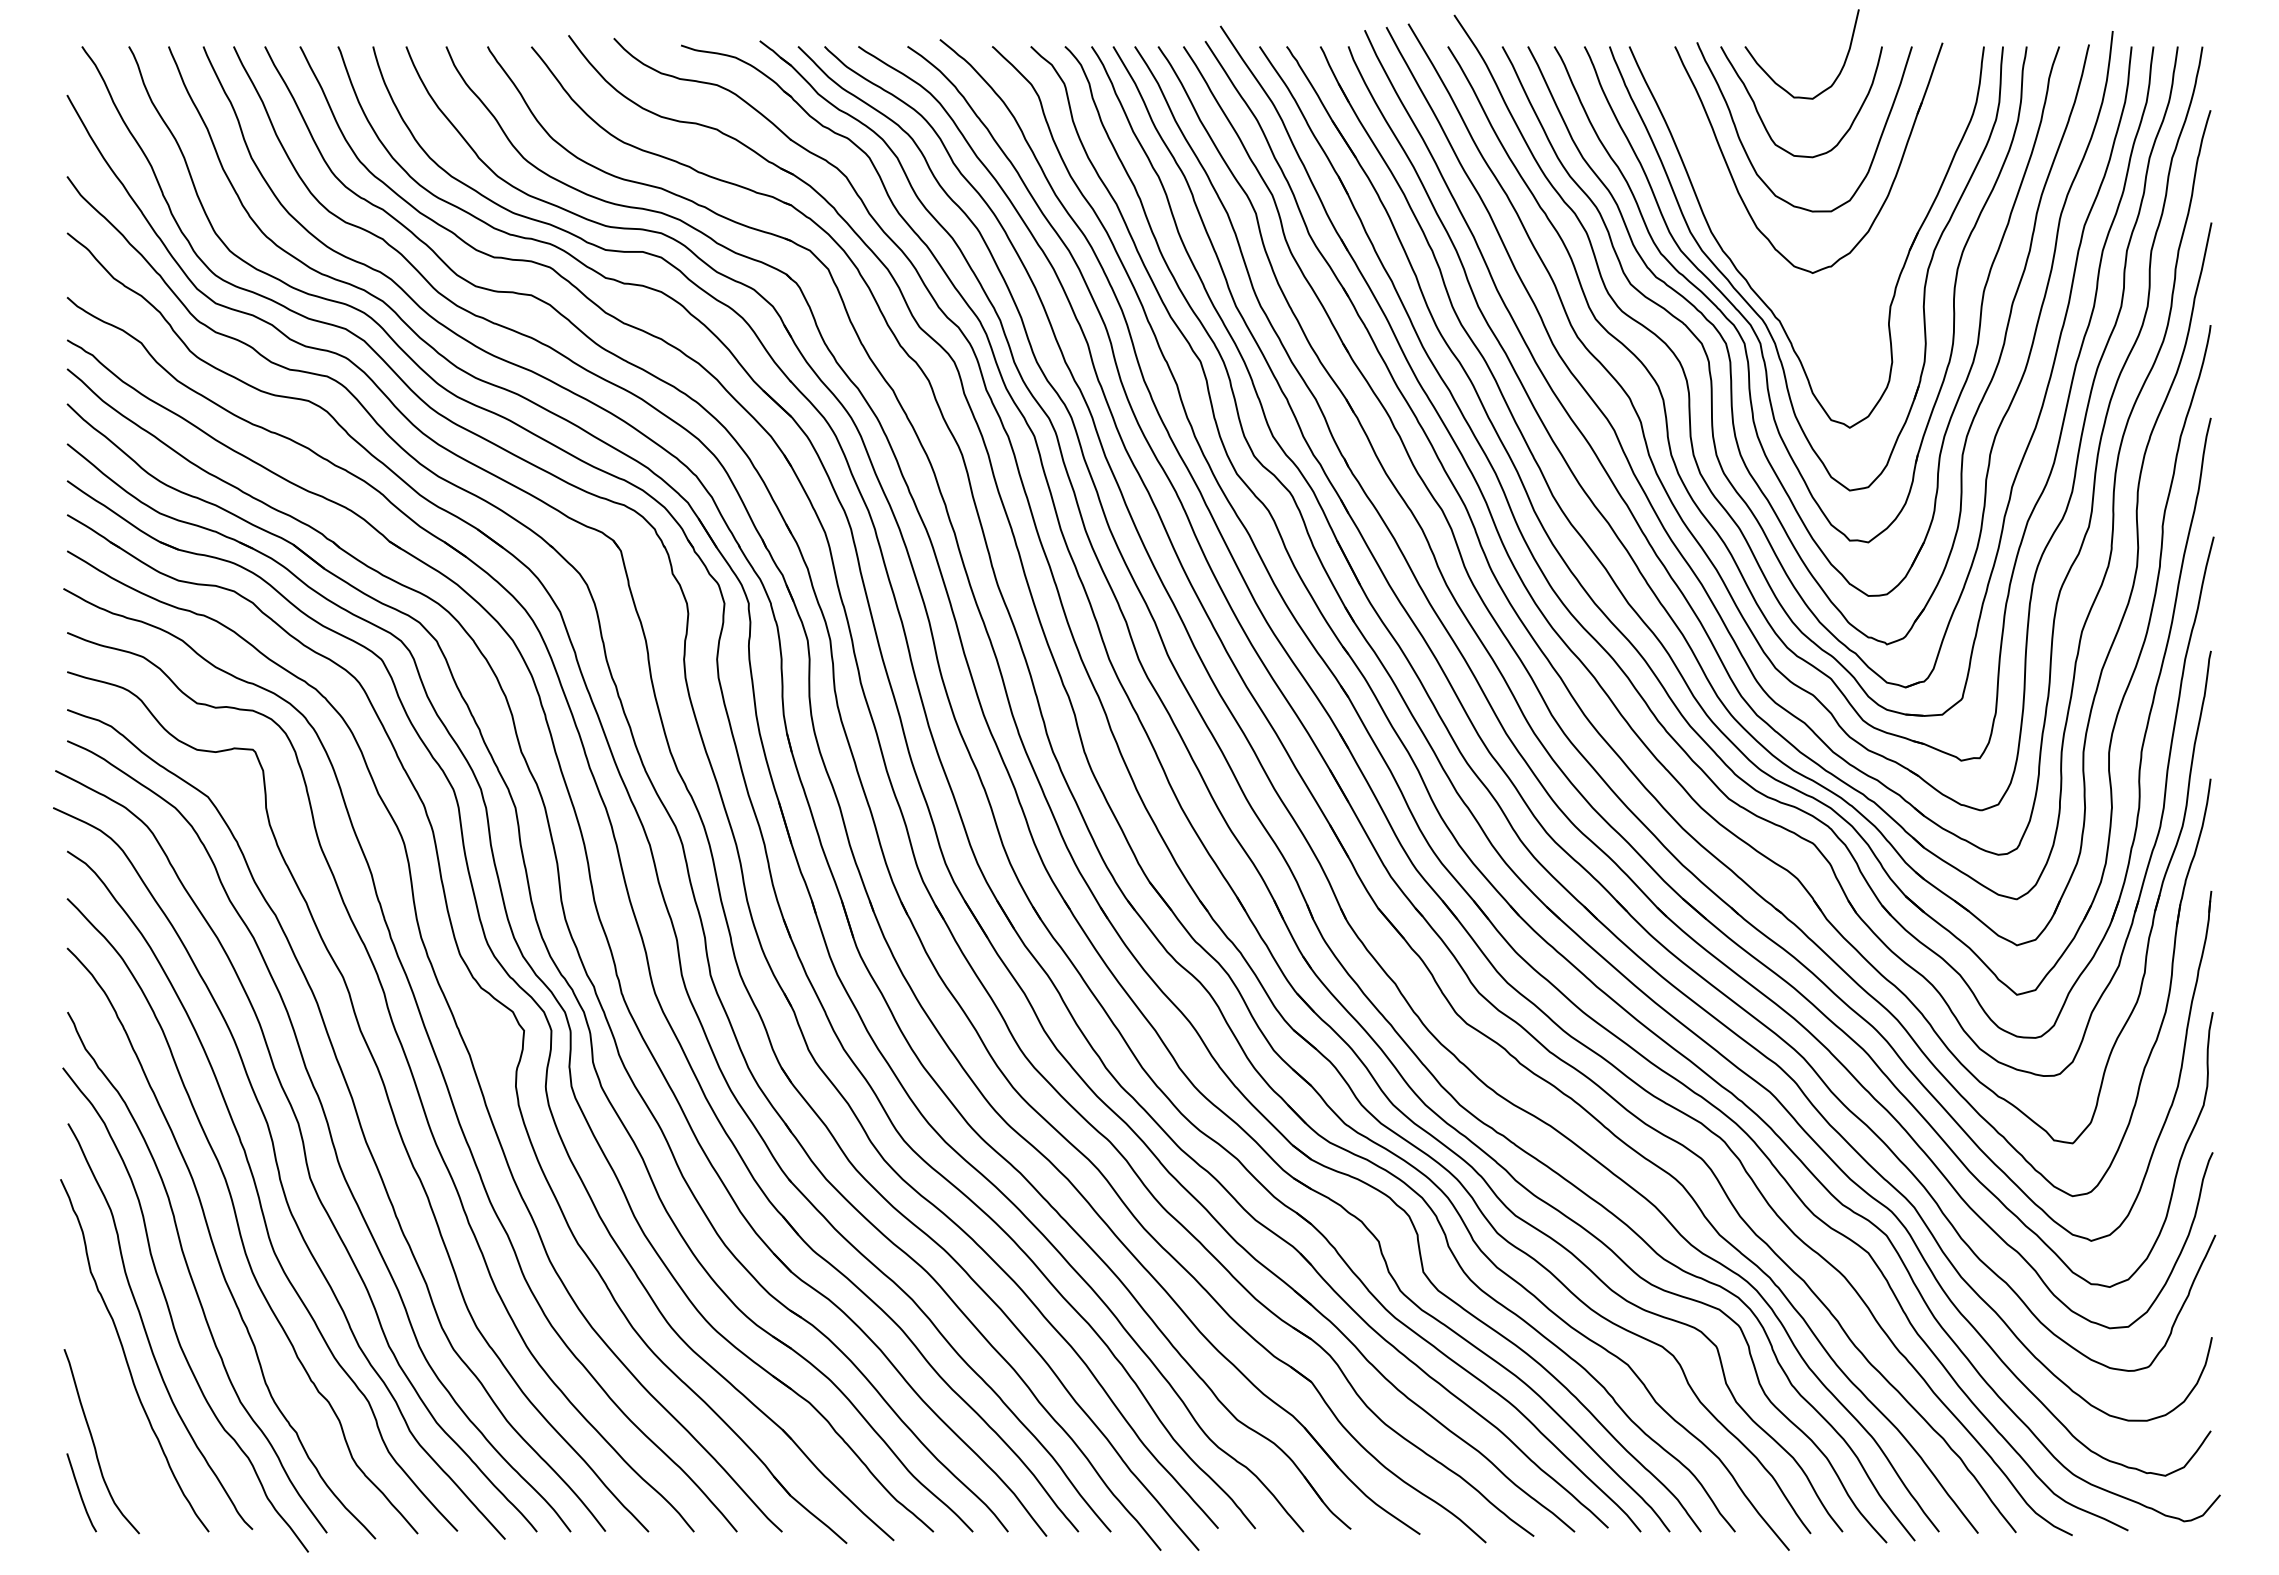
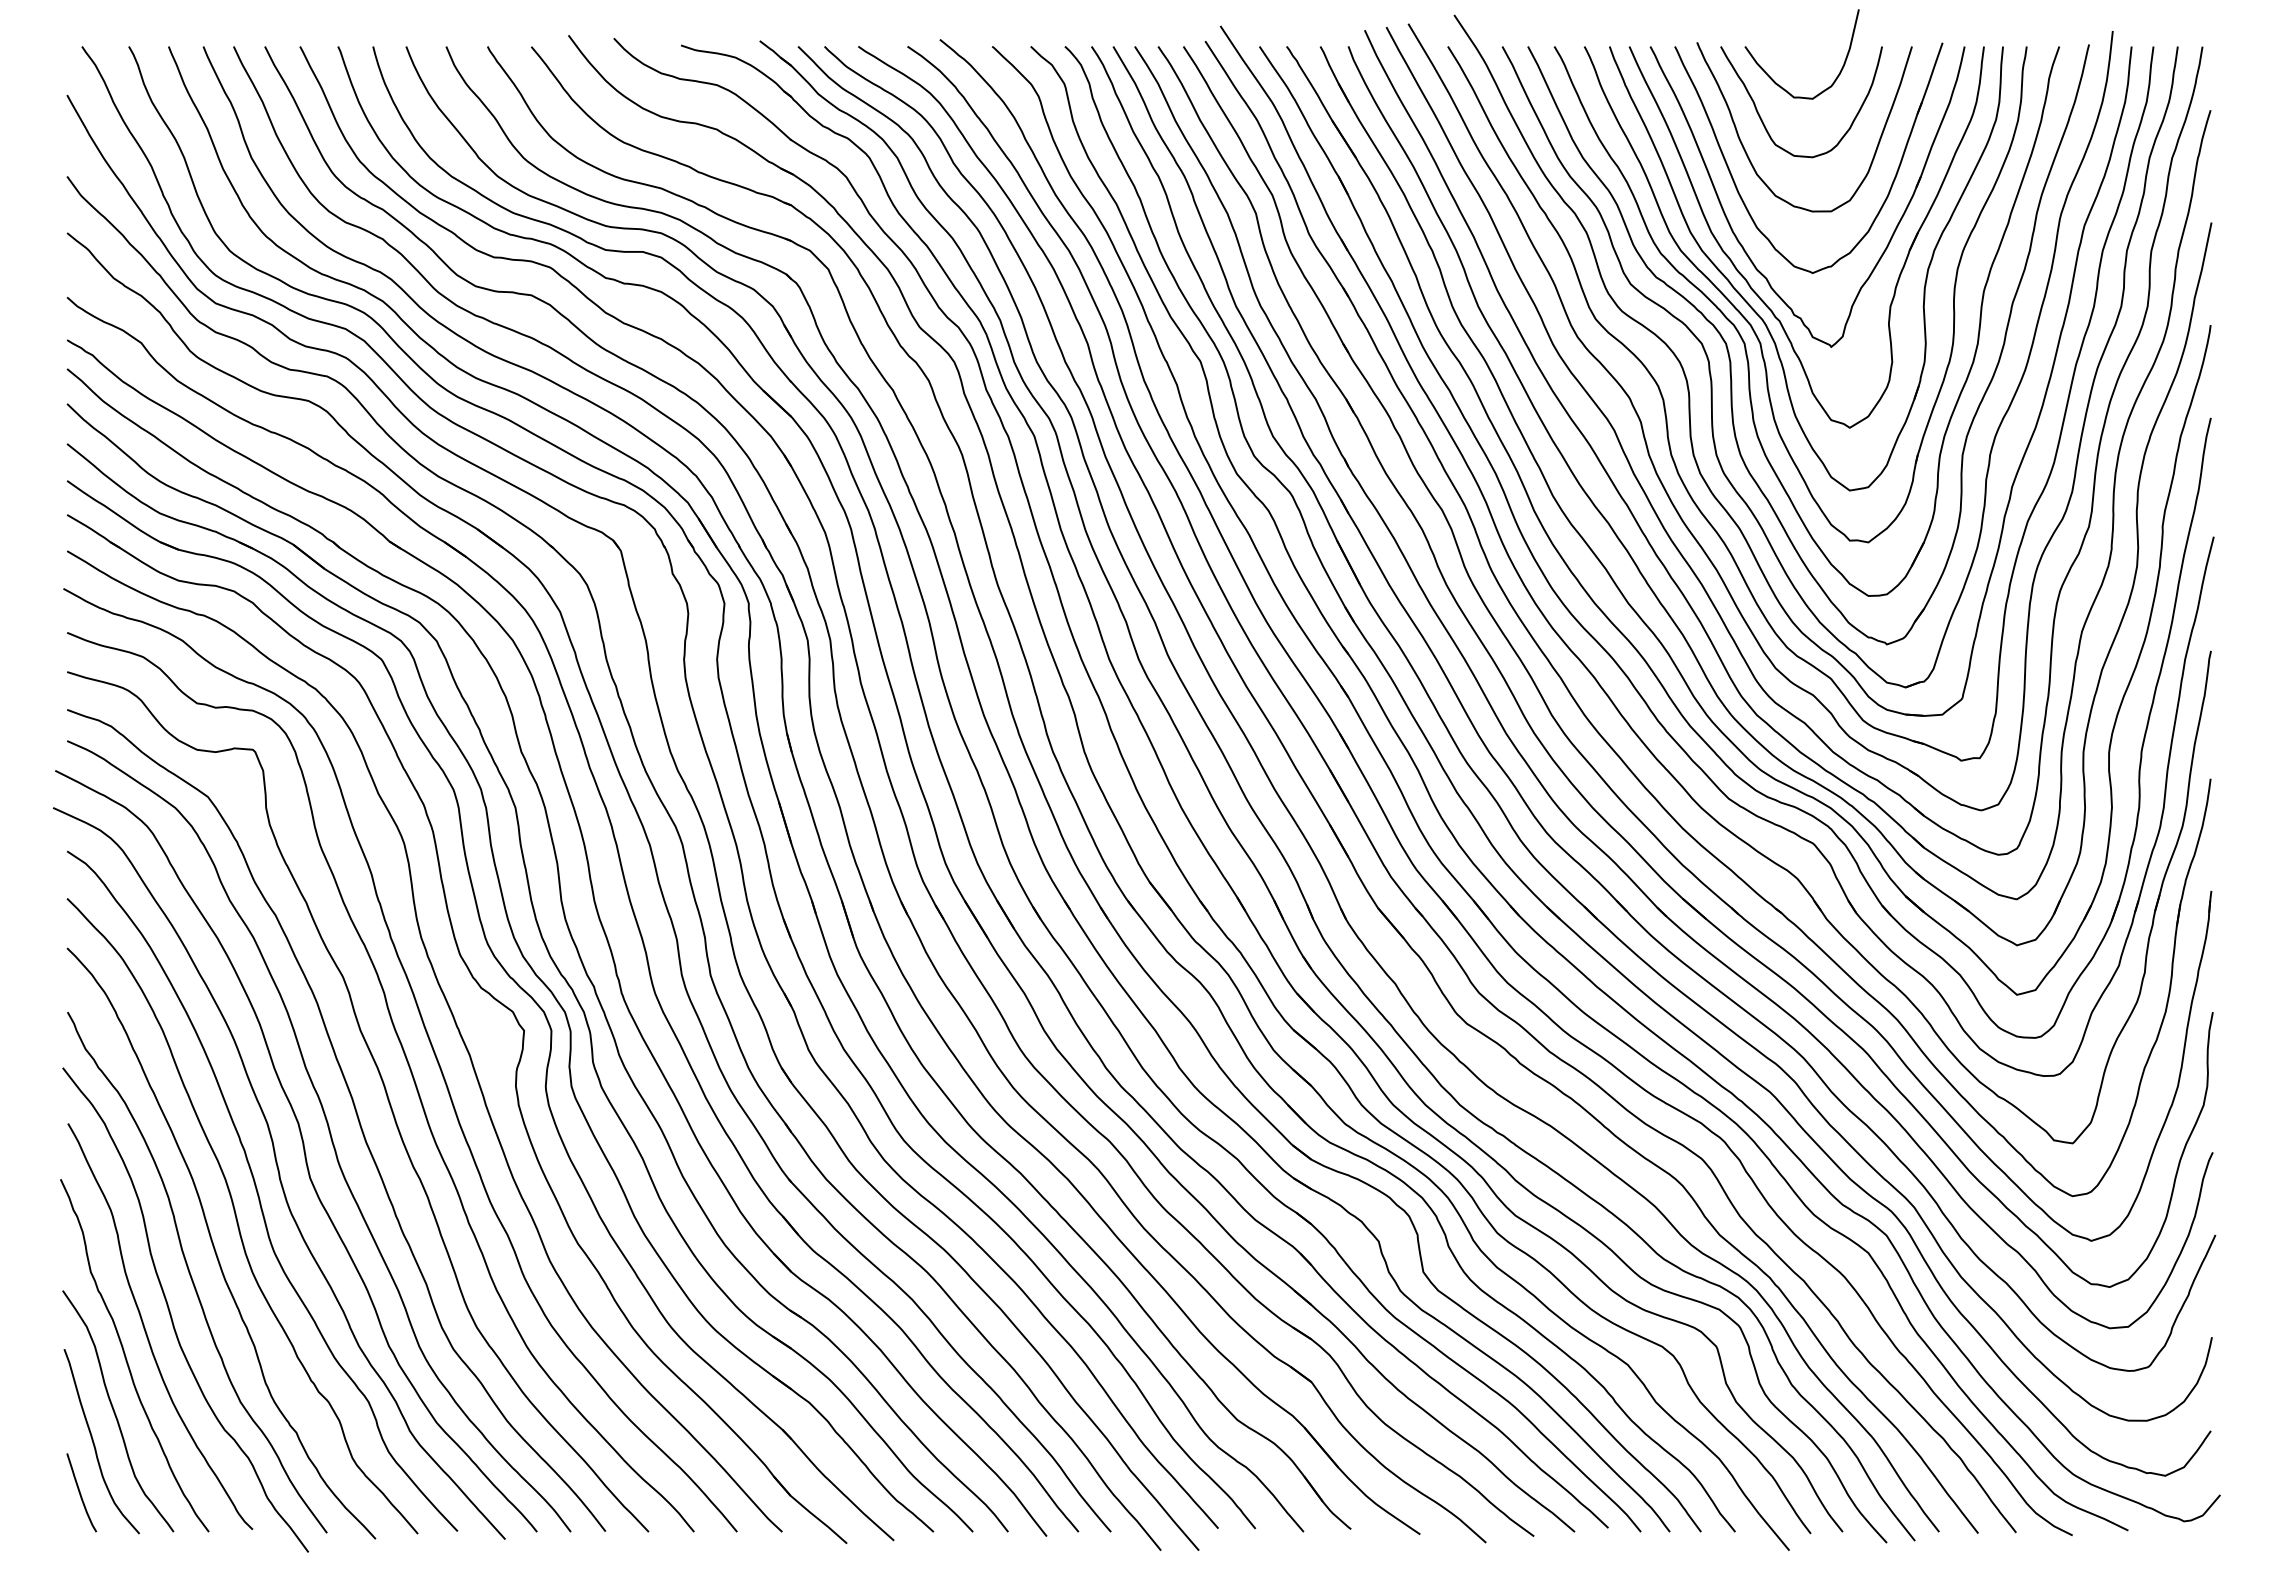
part at (1736, 235): none -> present
curve at (115, 1411): none -> present
